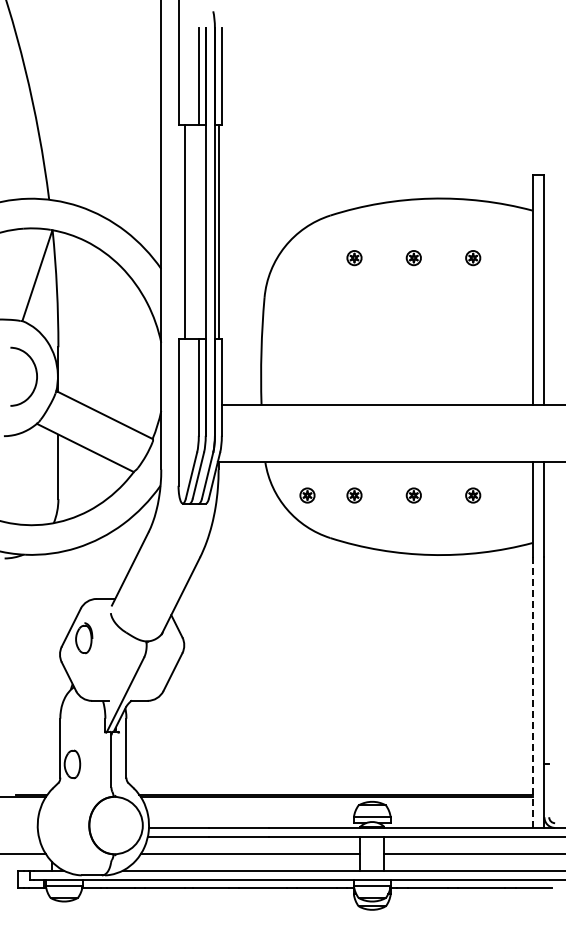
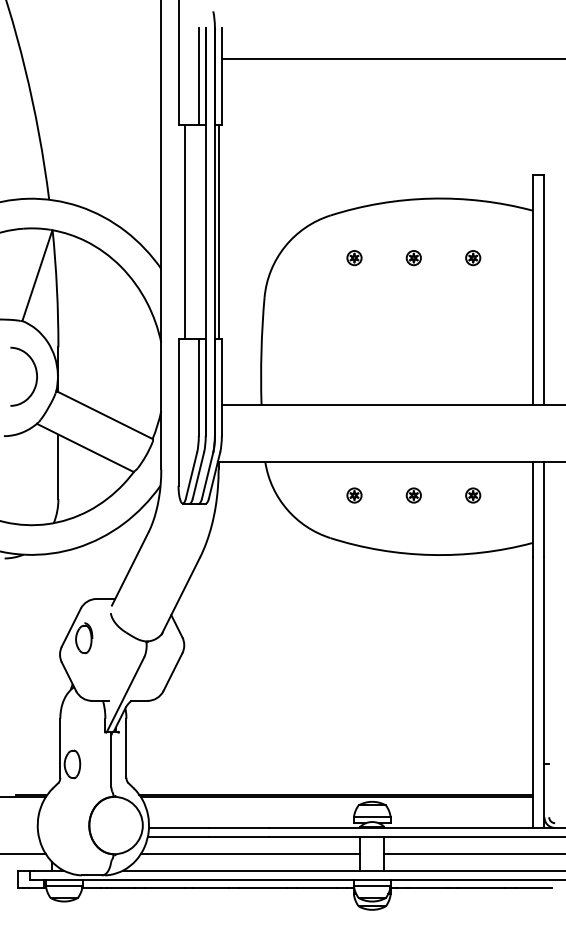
line at (391, 58): none -> present
part at (307, 495): present -> none
line at (532, 691): dashed -> solid
